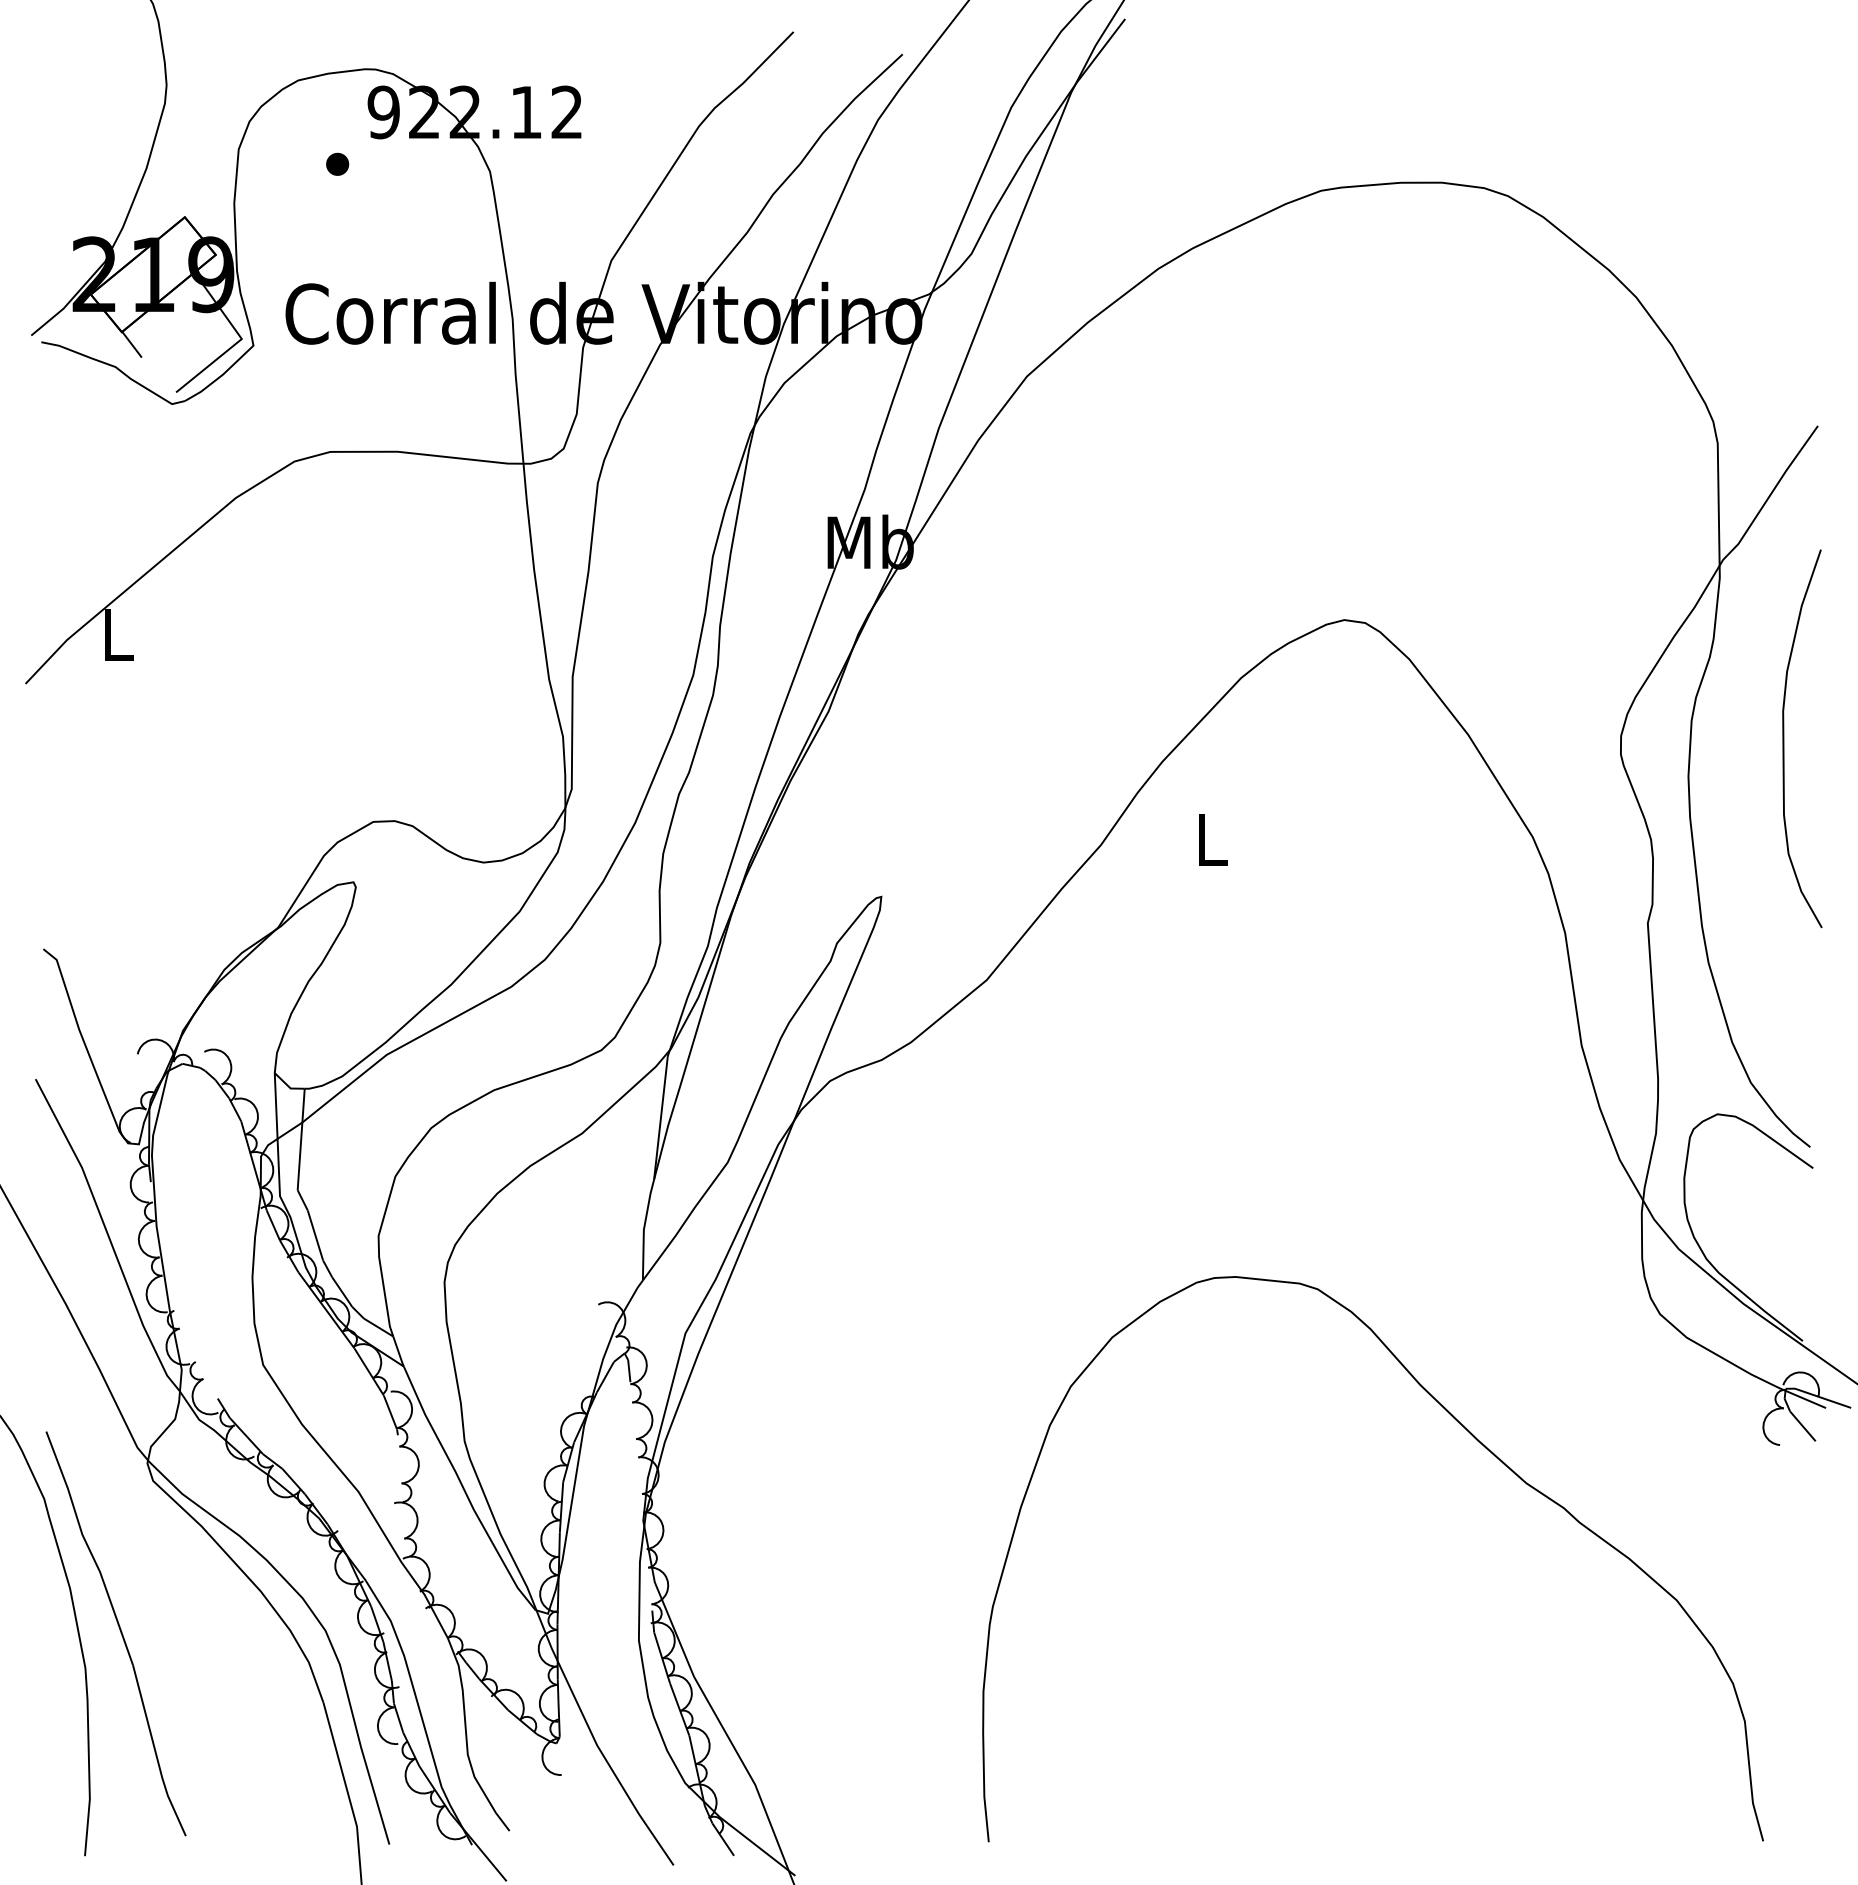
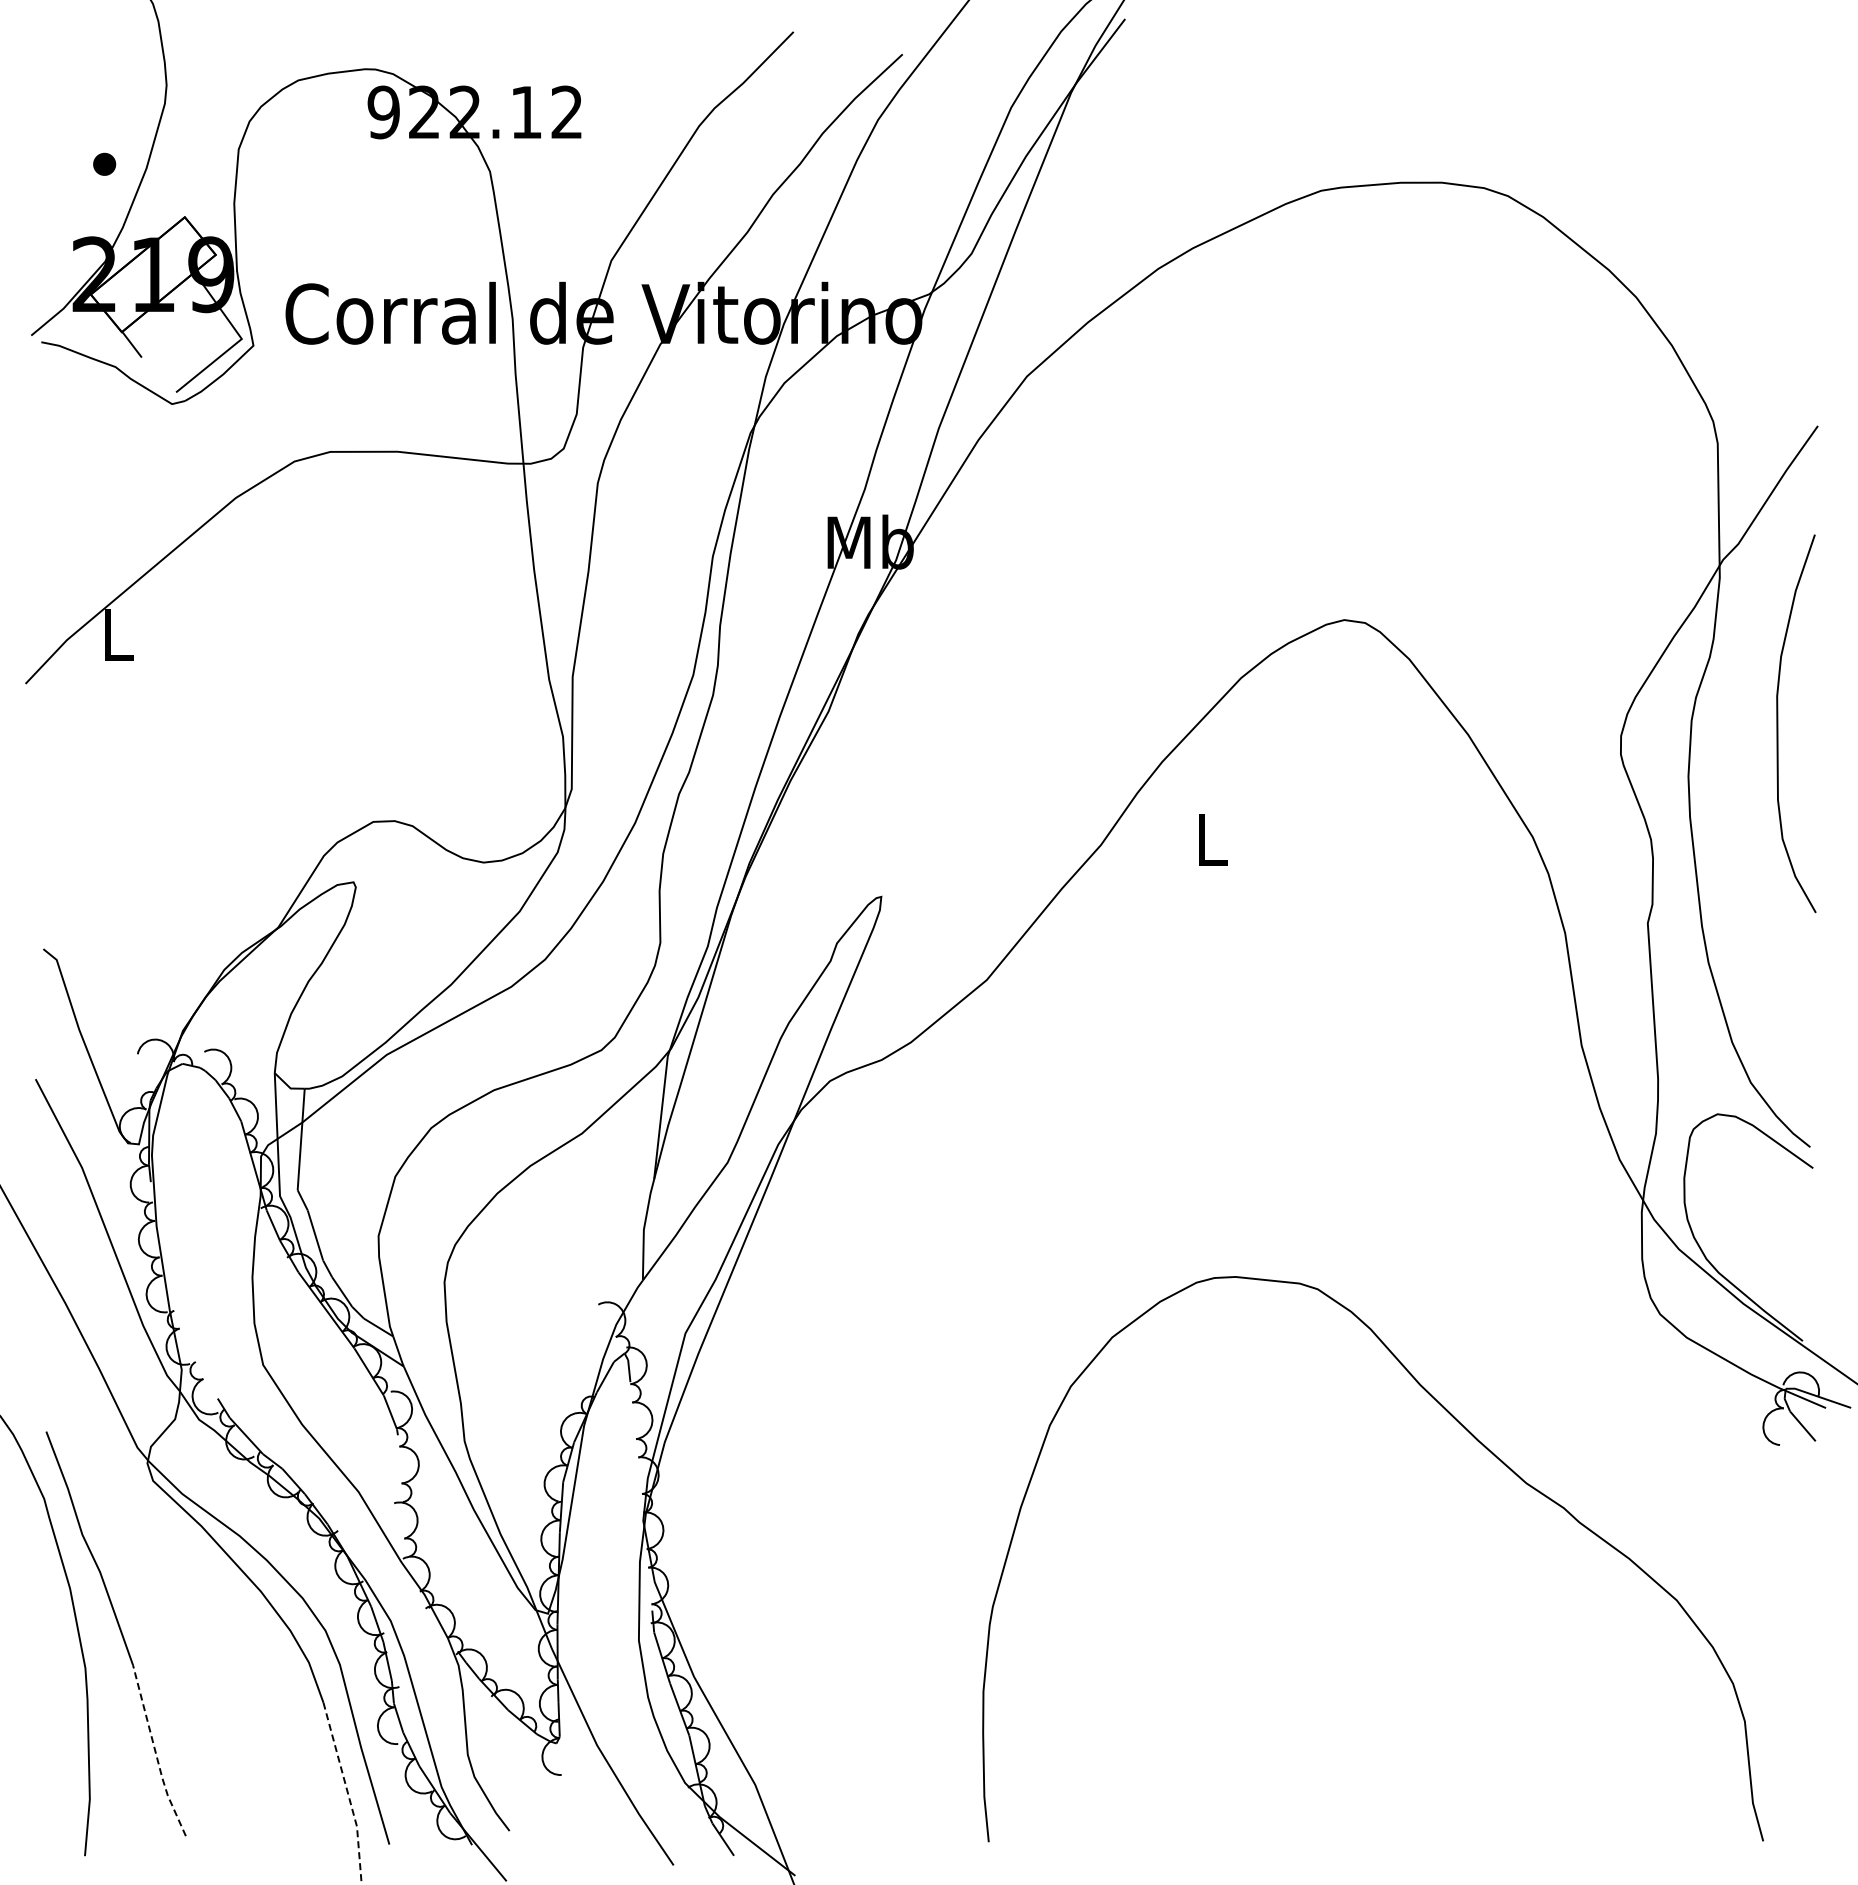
part at (337, 163) position: (337, 163) -> (104, 163)
curve at (1784, 738) position: (1784, 738) -> (1778, 723)
line at (155, 1753): solid -> dashed
line at (348, 1794): solid -> dashed
